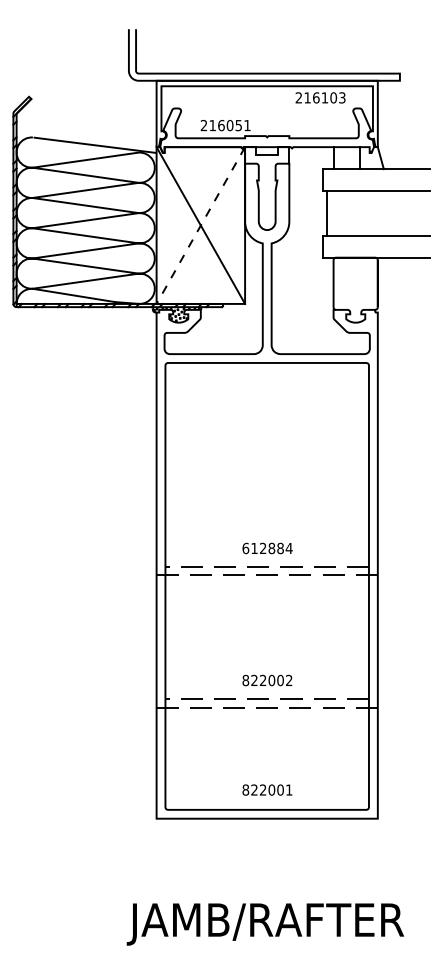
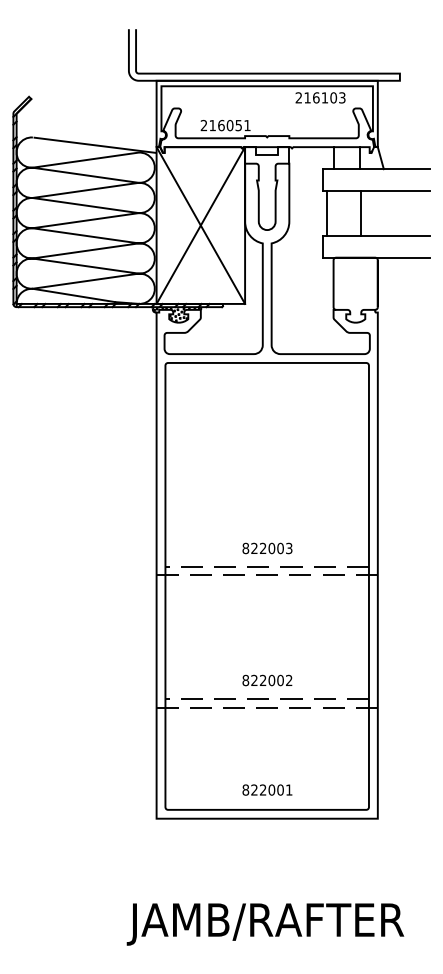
line at (361, 213): none -> present
line at (200, 225): dashed -> solid
text at (267, 548): 612884 -> 822003
